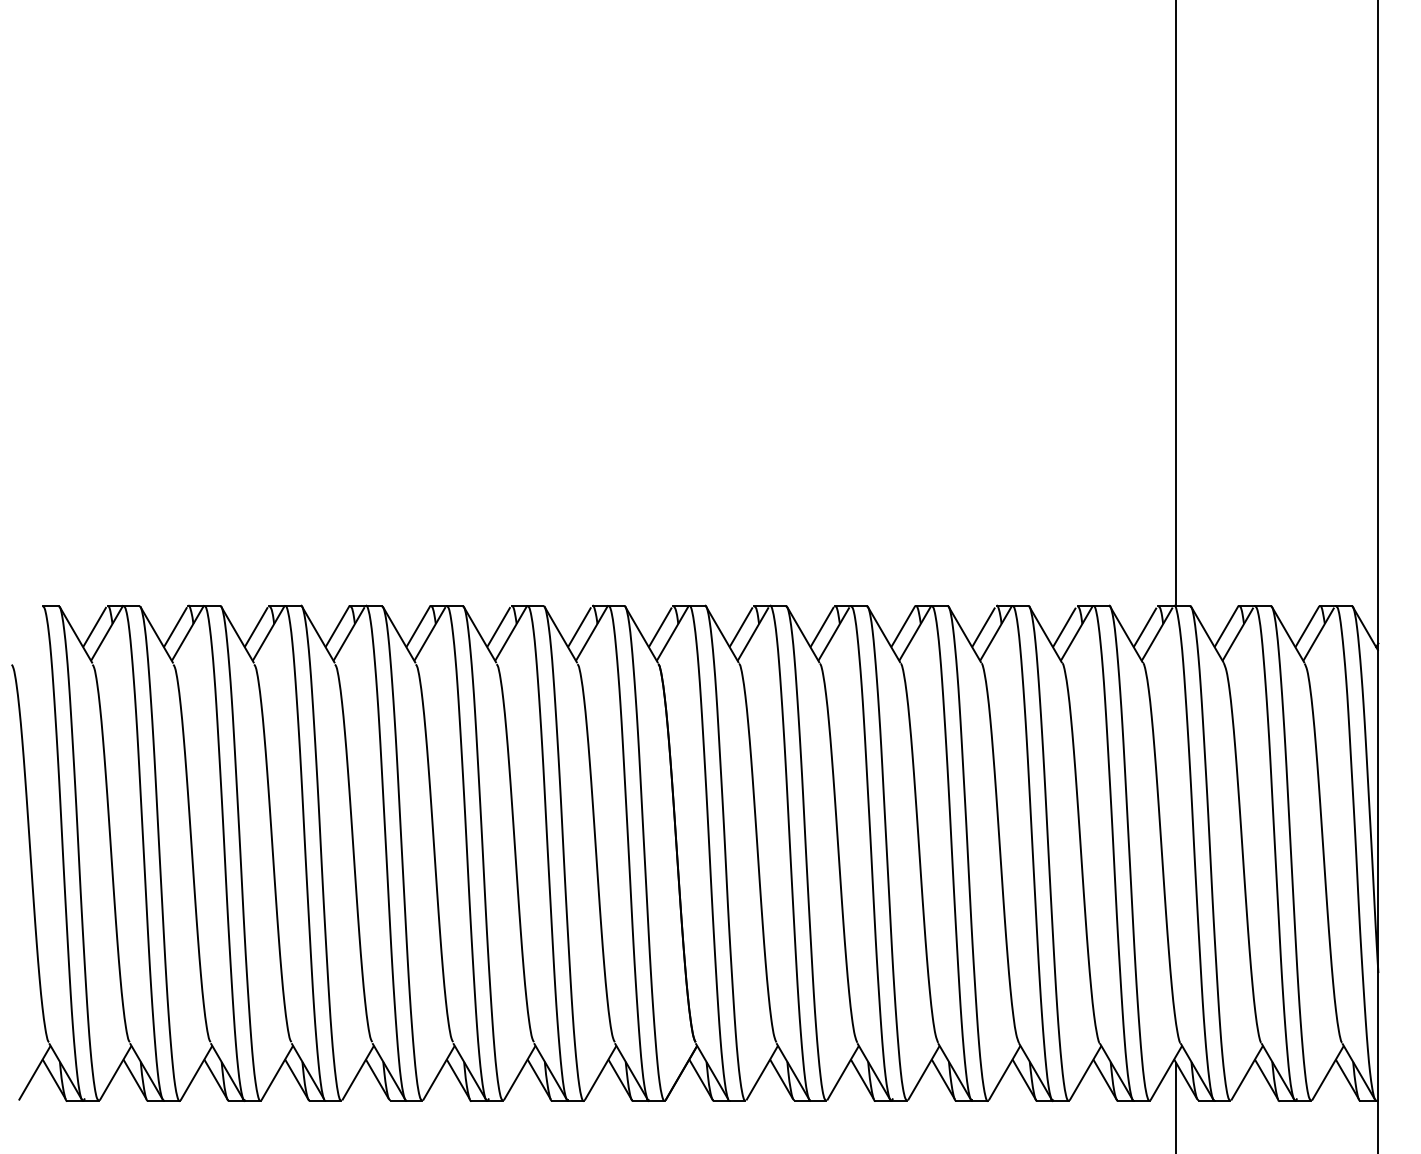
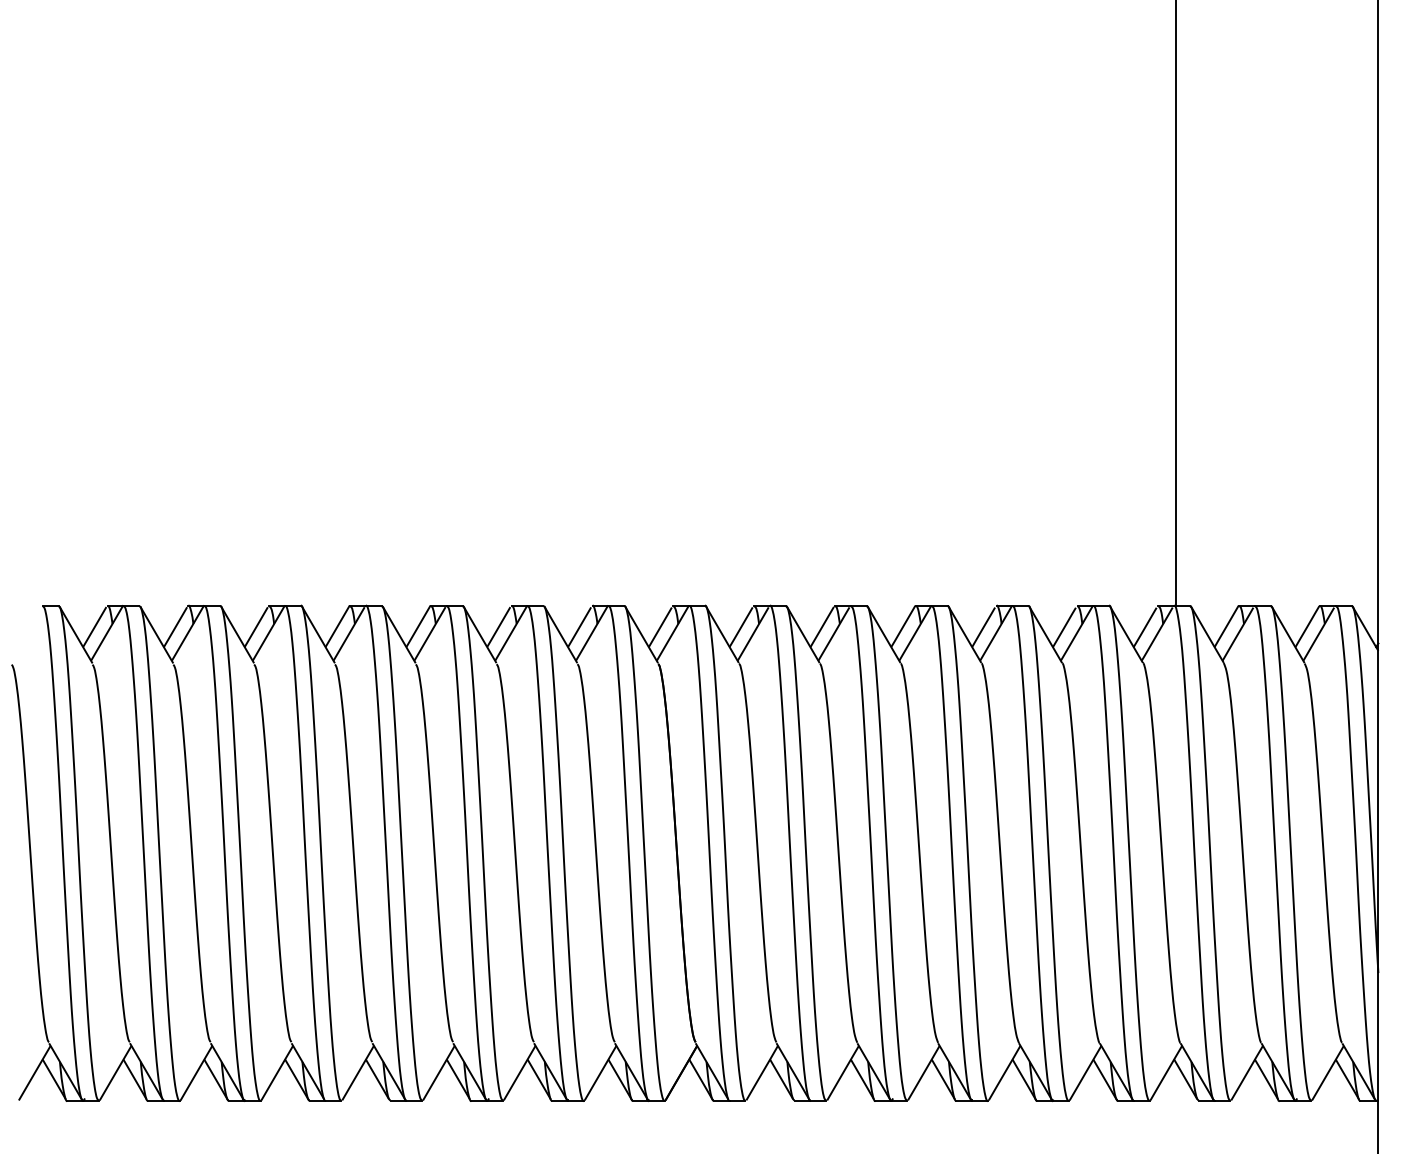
line at (1176, 1106): present -> none
